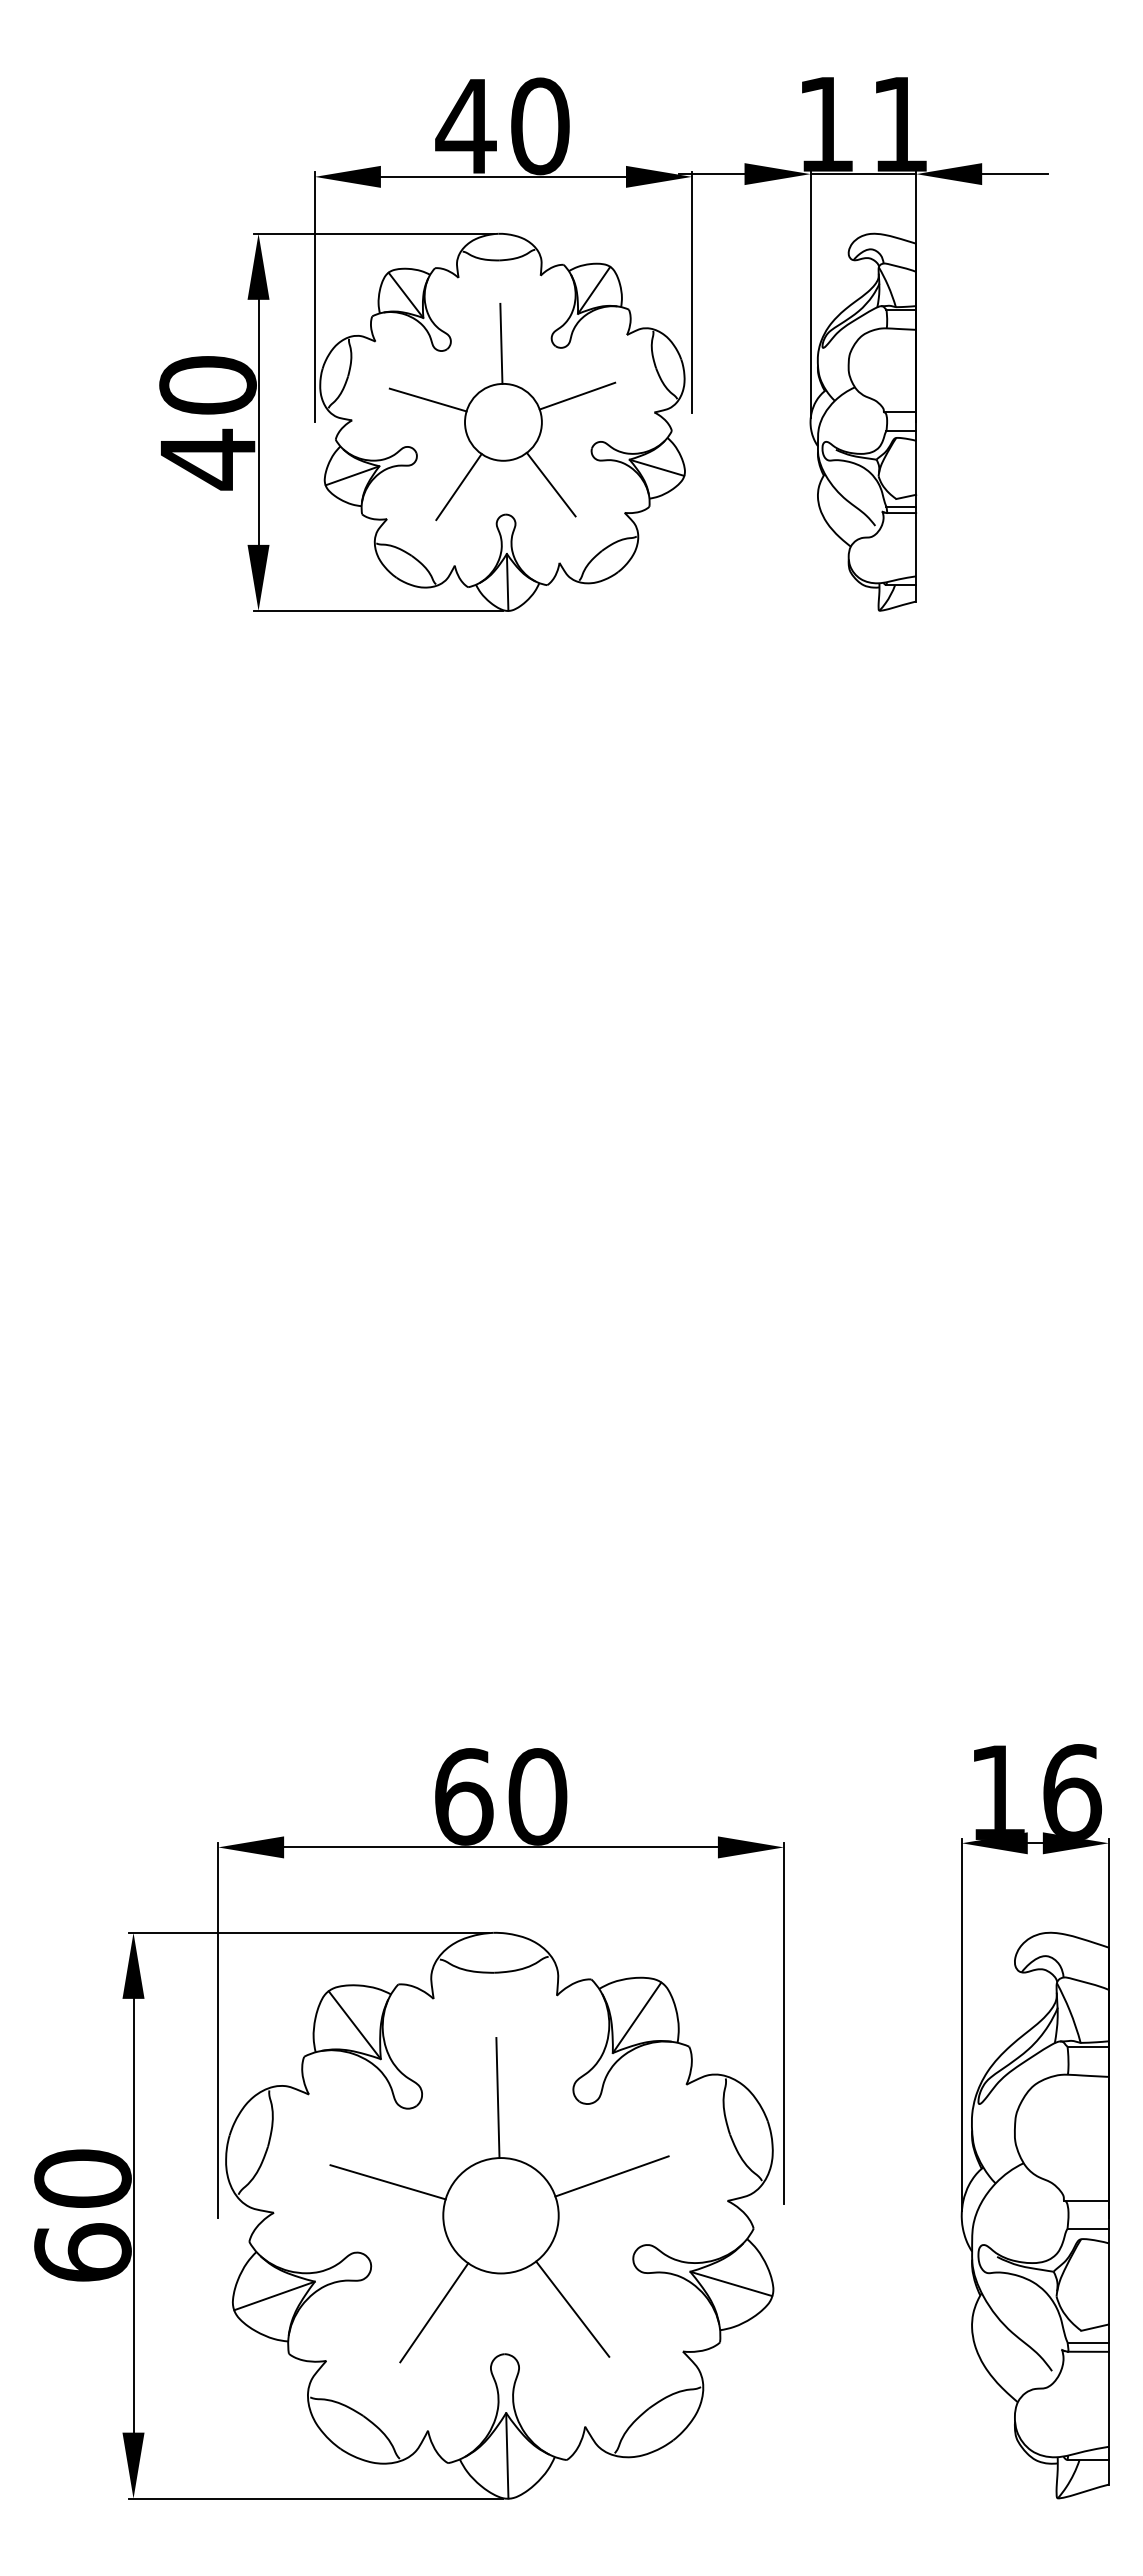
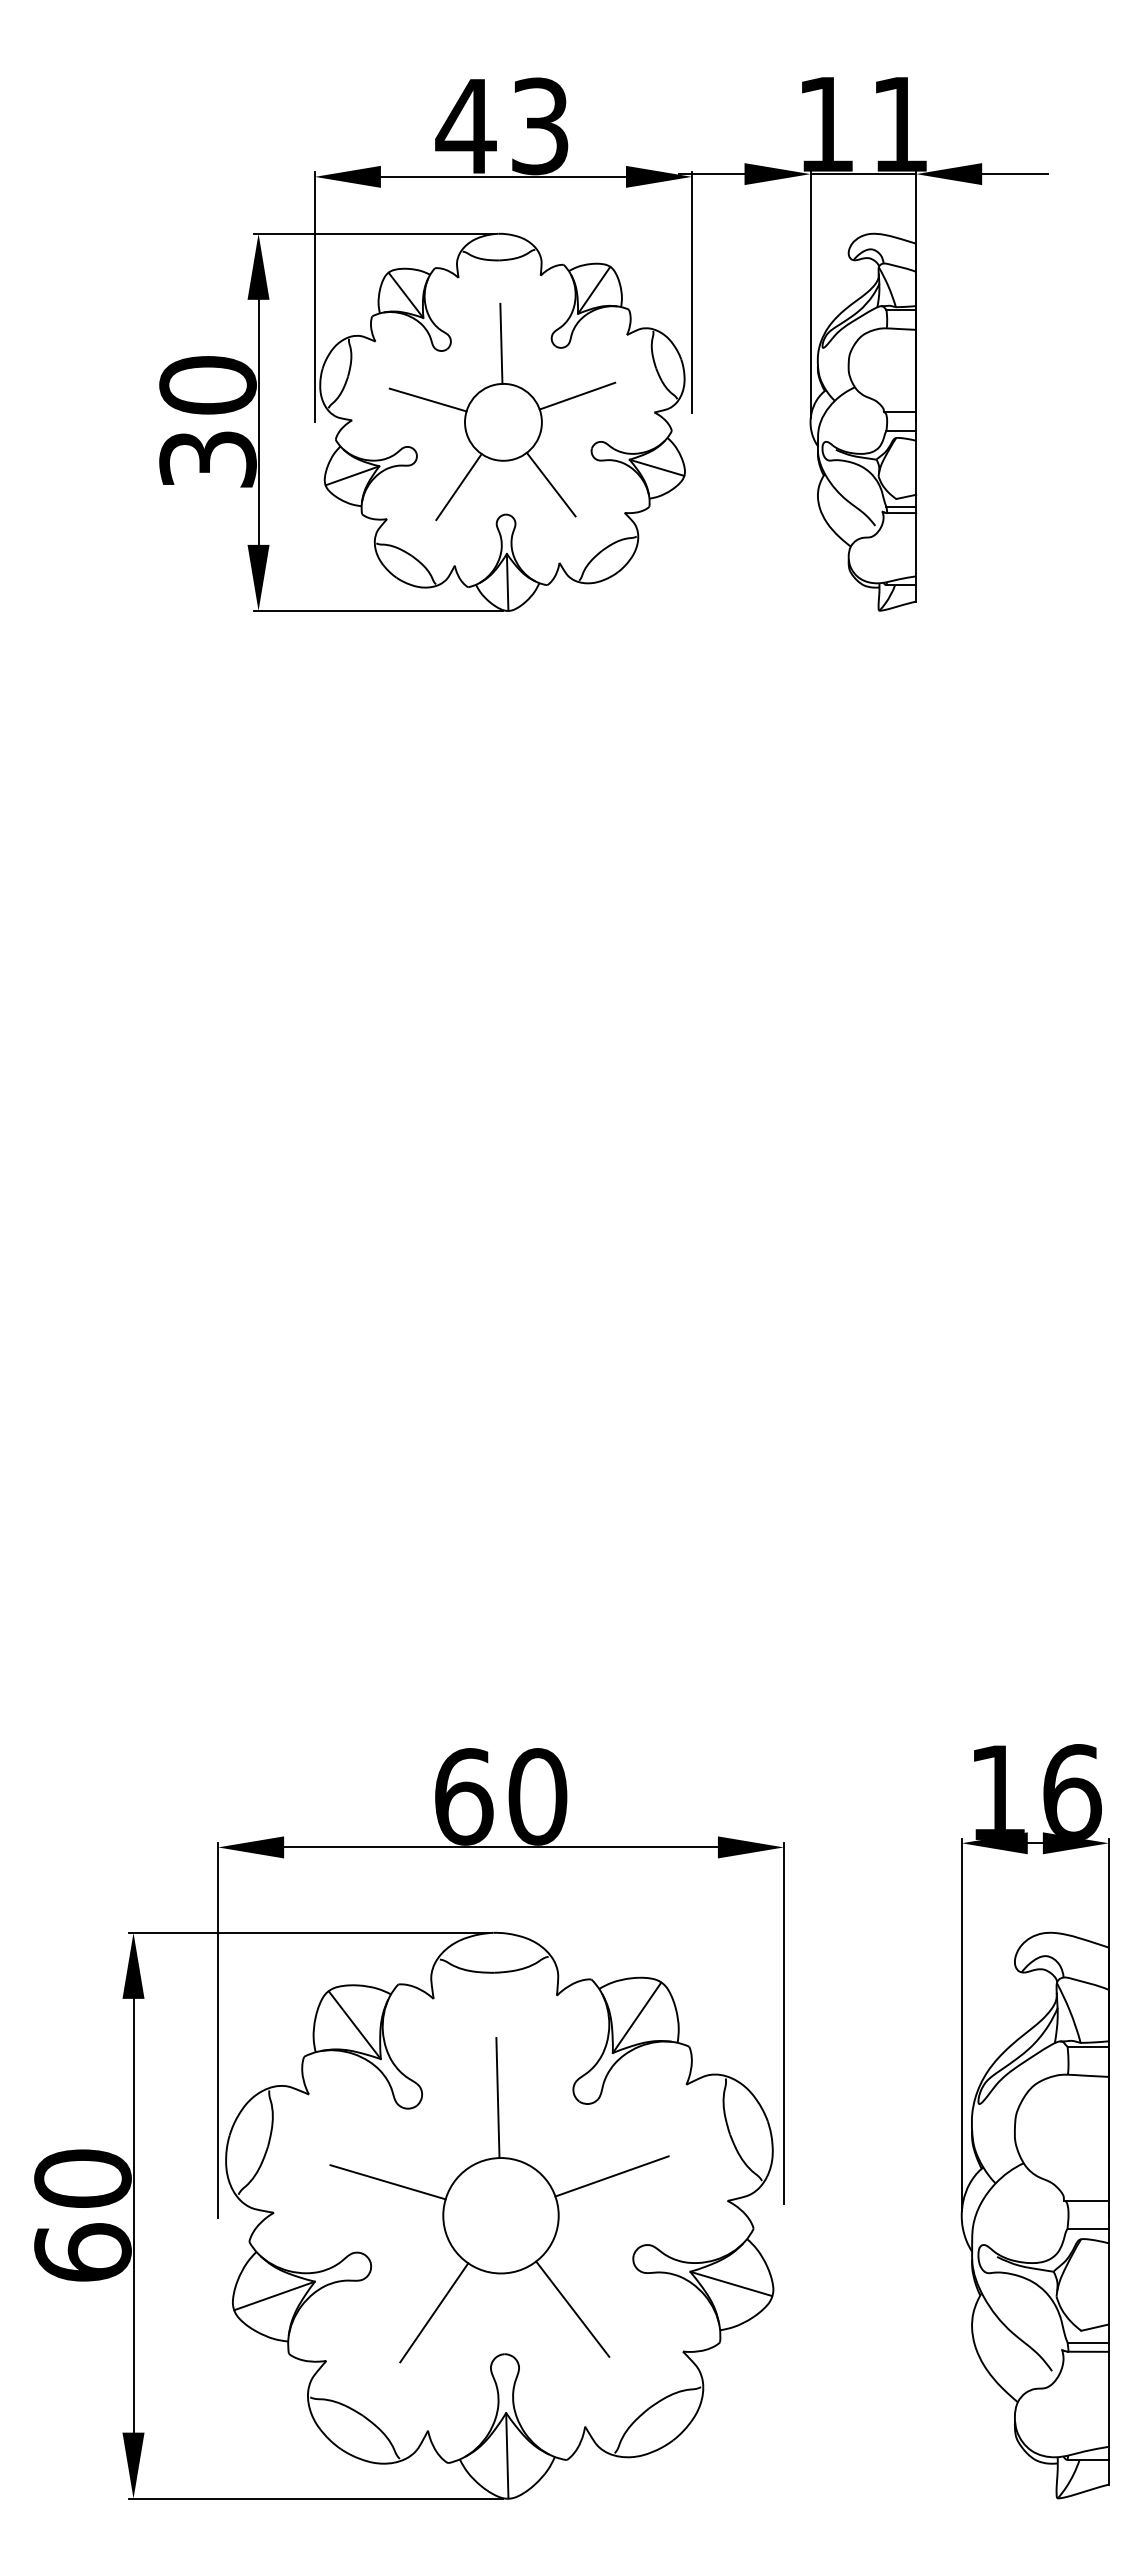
text at (540, 126): 40 -> 43
text at (207, 459): 40 -> 30
